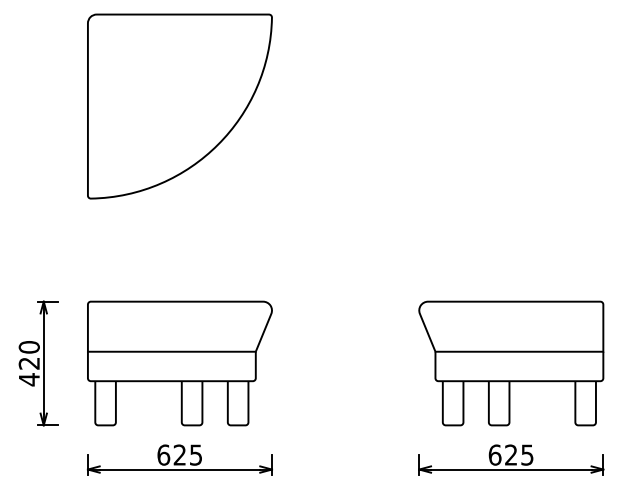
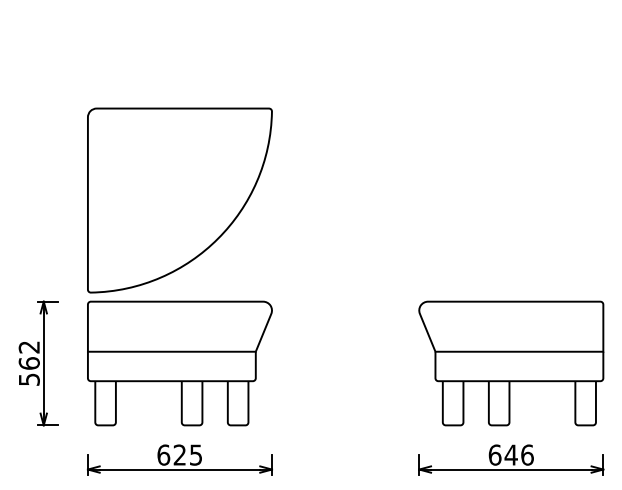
curve at (217, 143) position: (217, 143) -> (217, 237)
text at (28, 363): 420 -> 562
text at (518, 454): 625 -> 646
